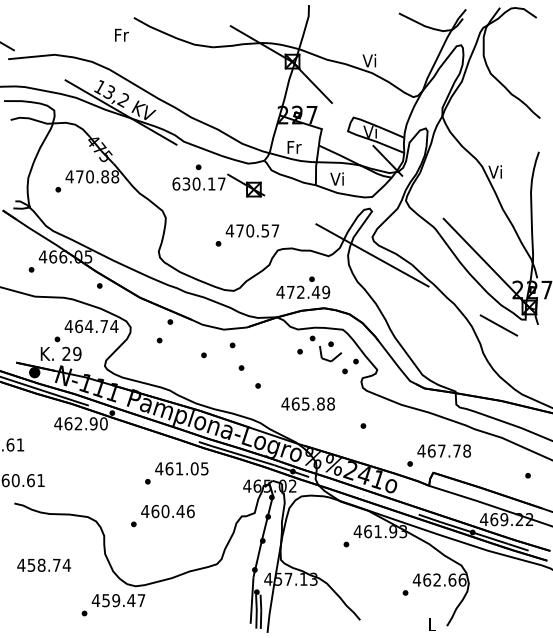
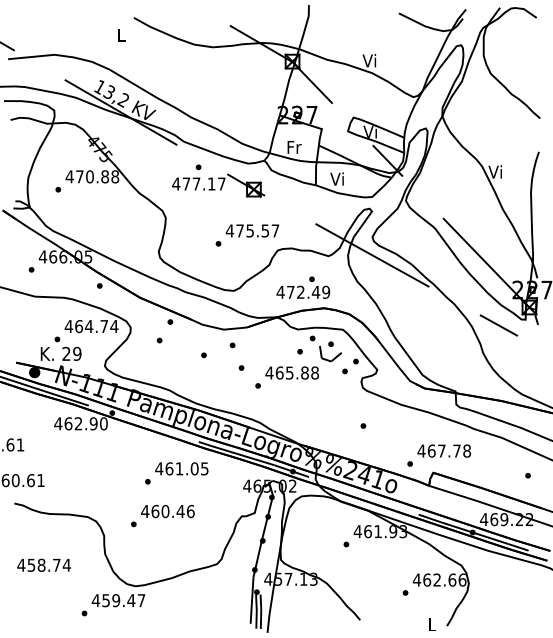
text at (122, 34): Fr -> L
text at (186, 183): 630.17 -> 477.17
text at (250, 230): 470.57 -> 475.57
text at (307, 403) position: (307, 403) -> (291, 372)
